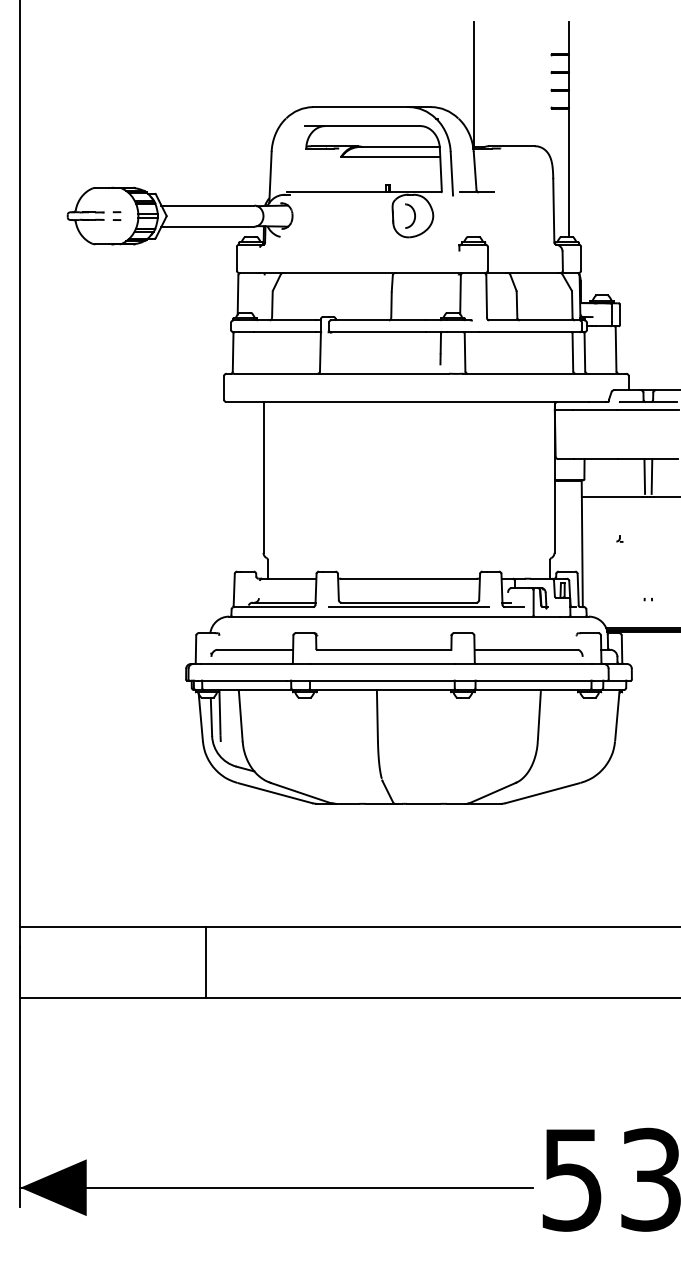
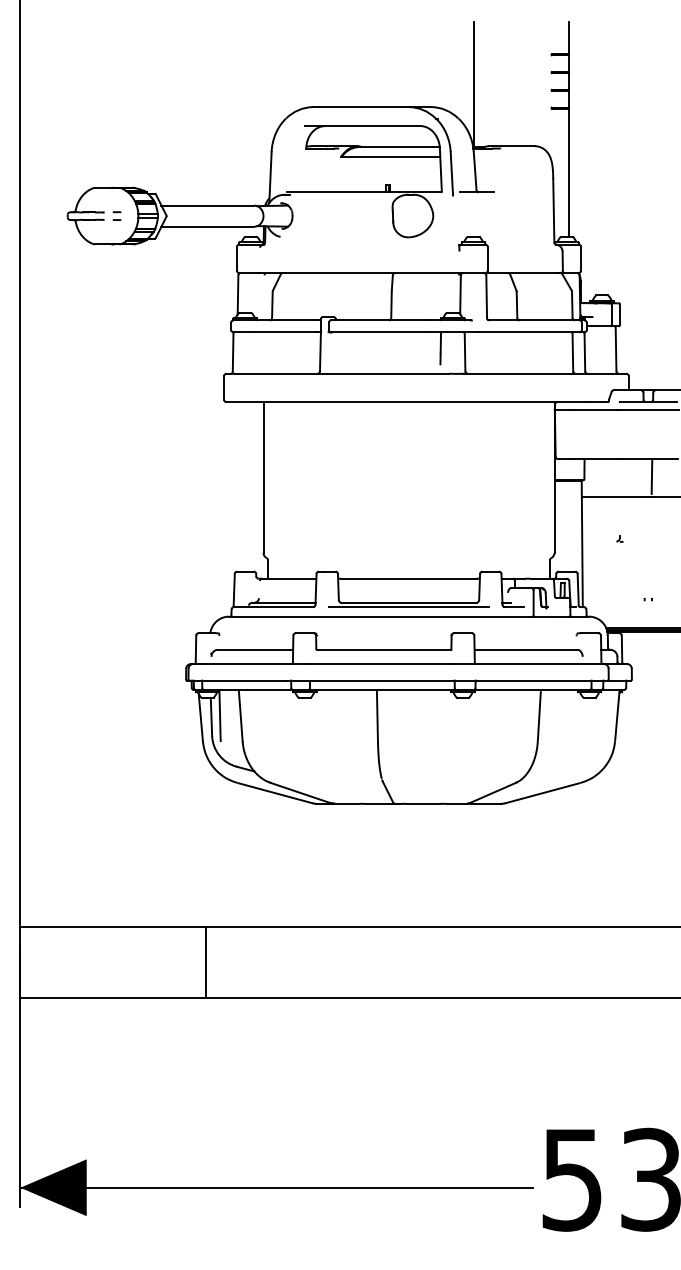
part at (410, 215): present -> none
line at (644, 476): present -> none
